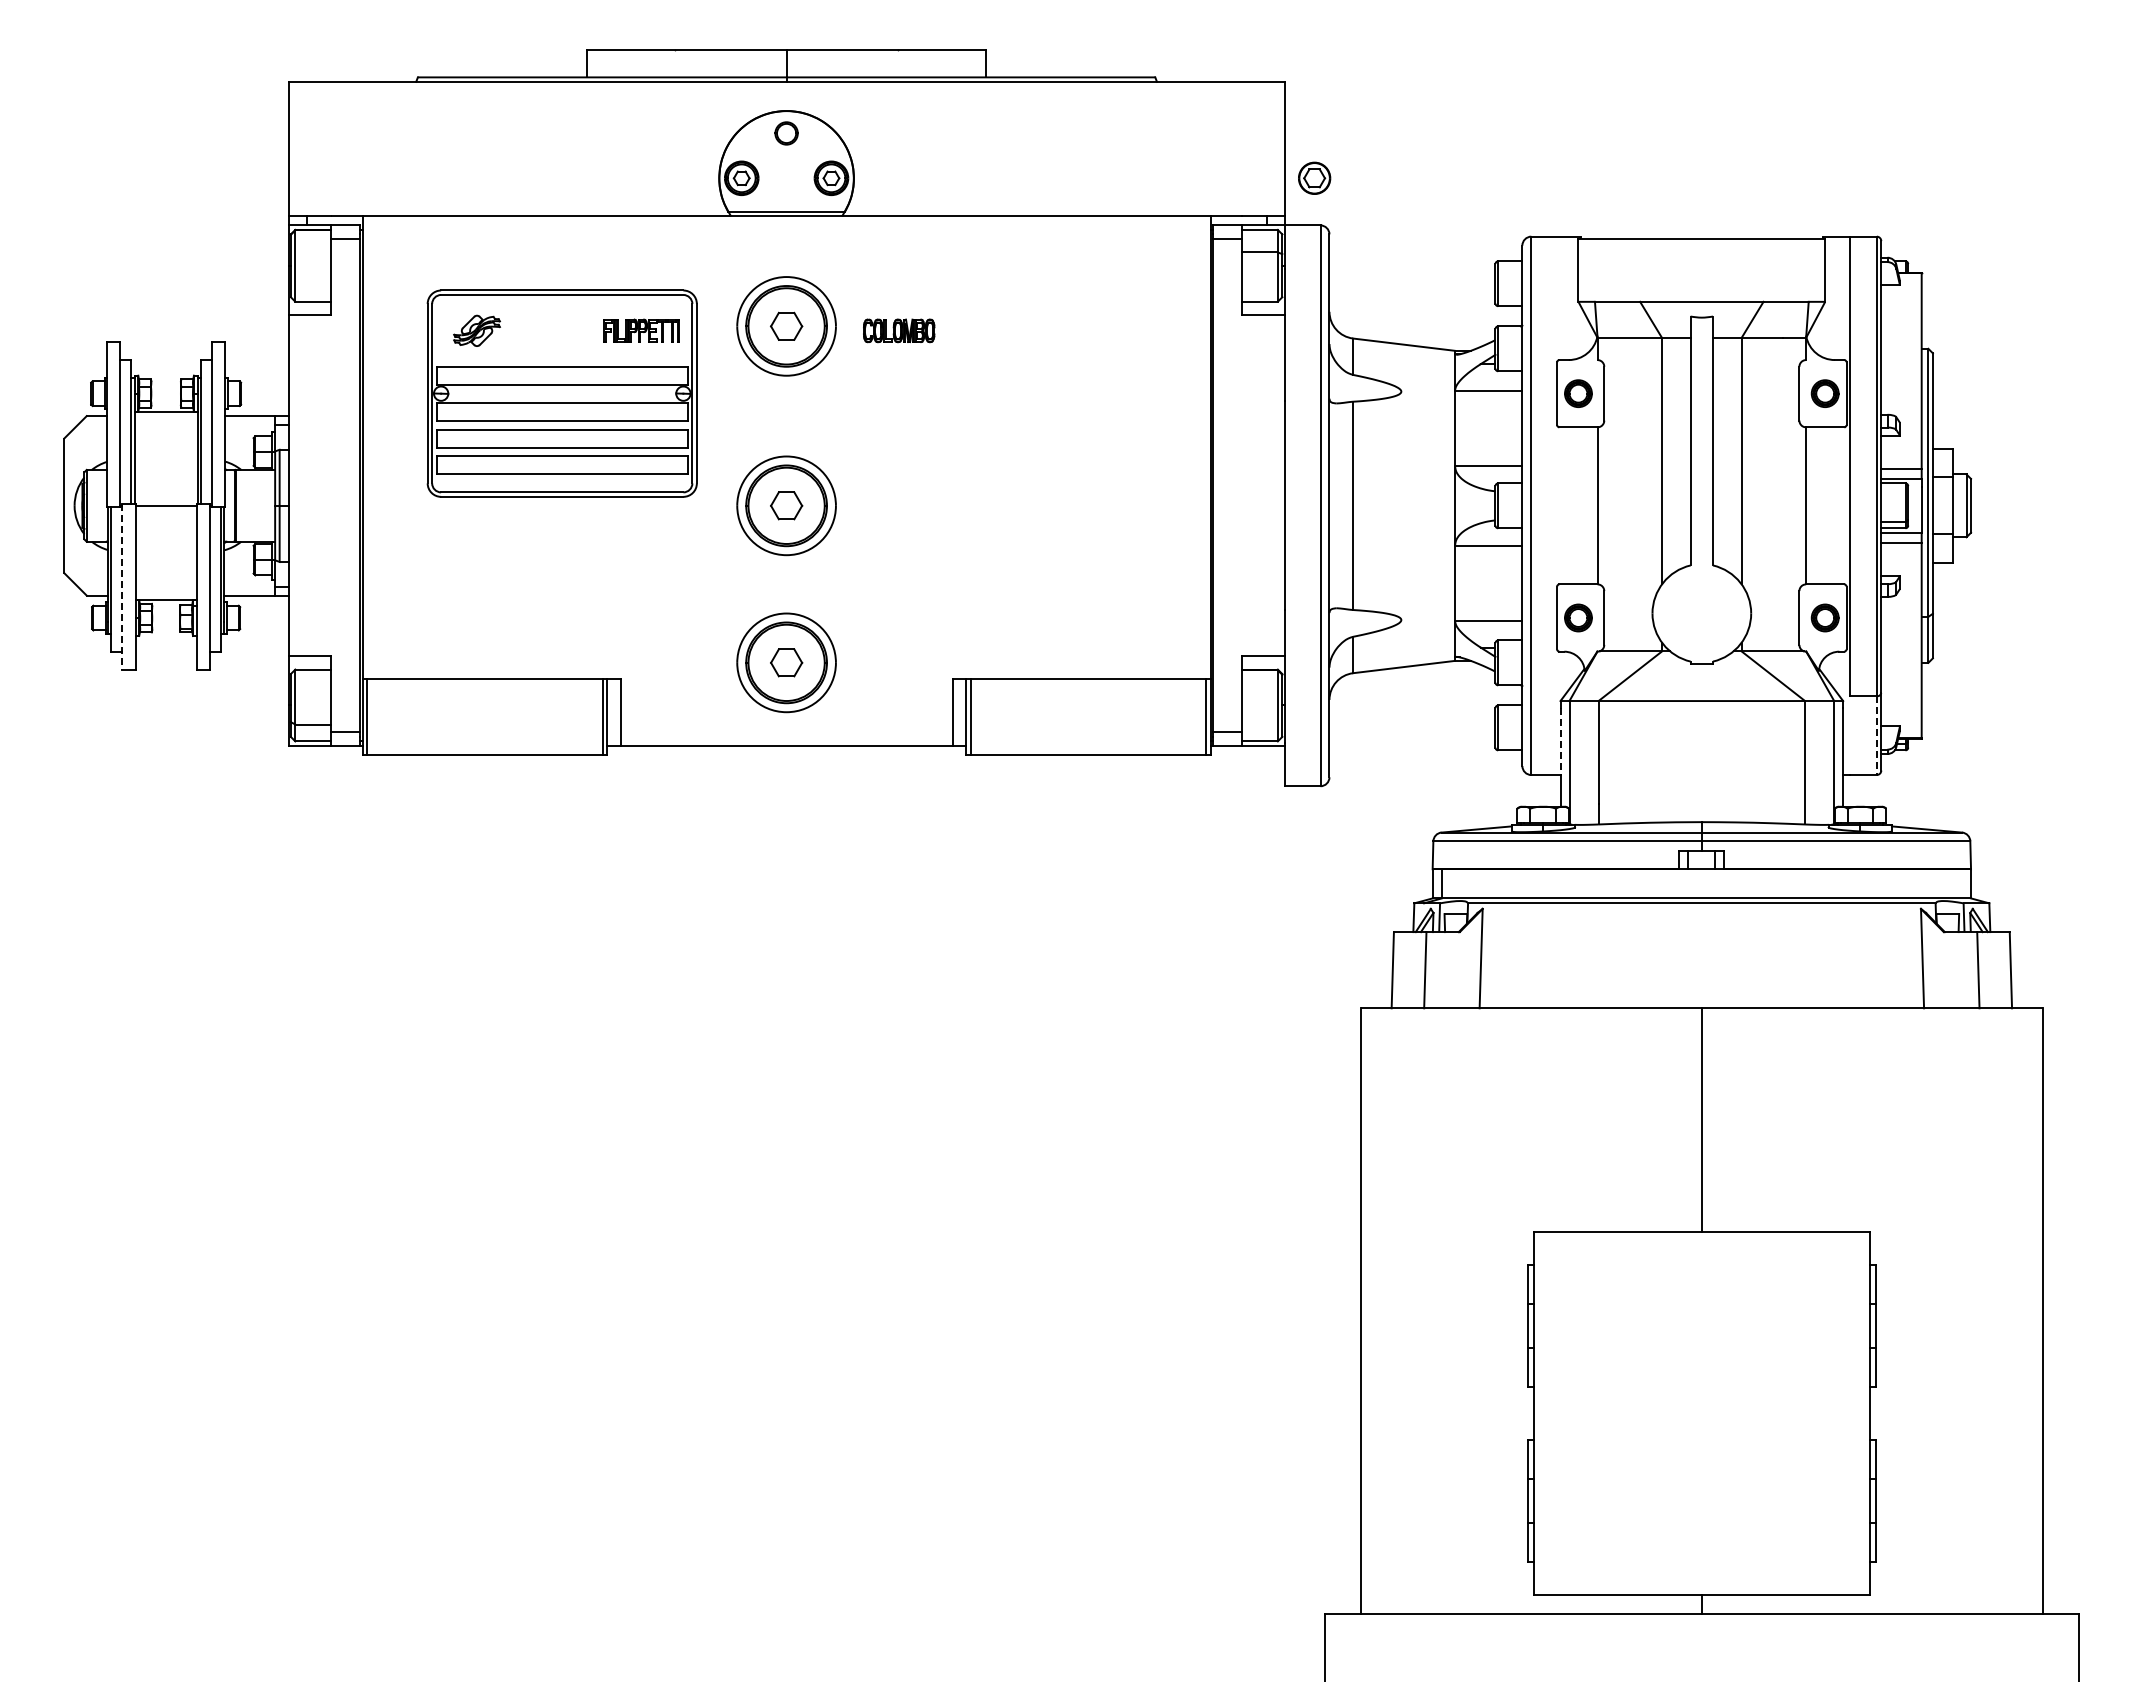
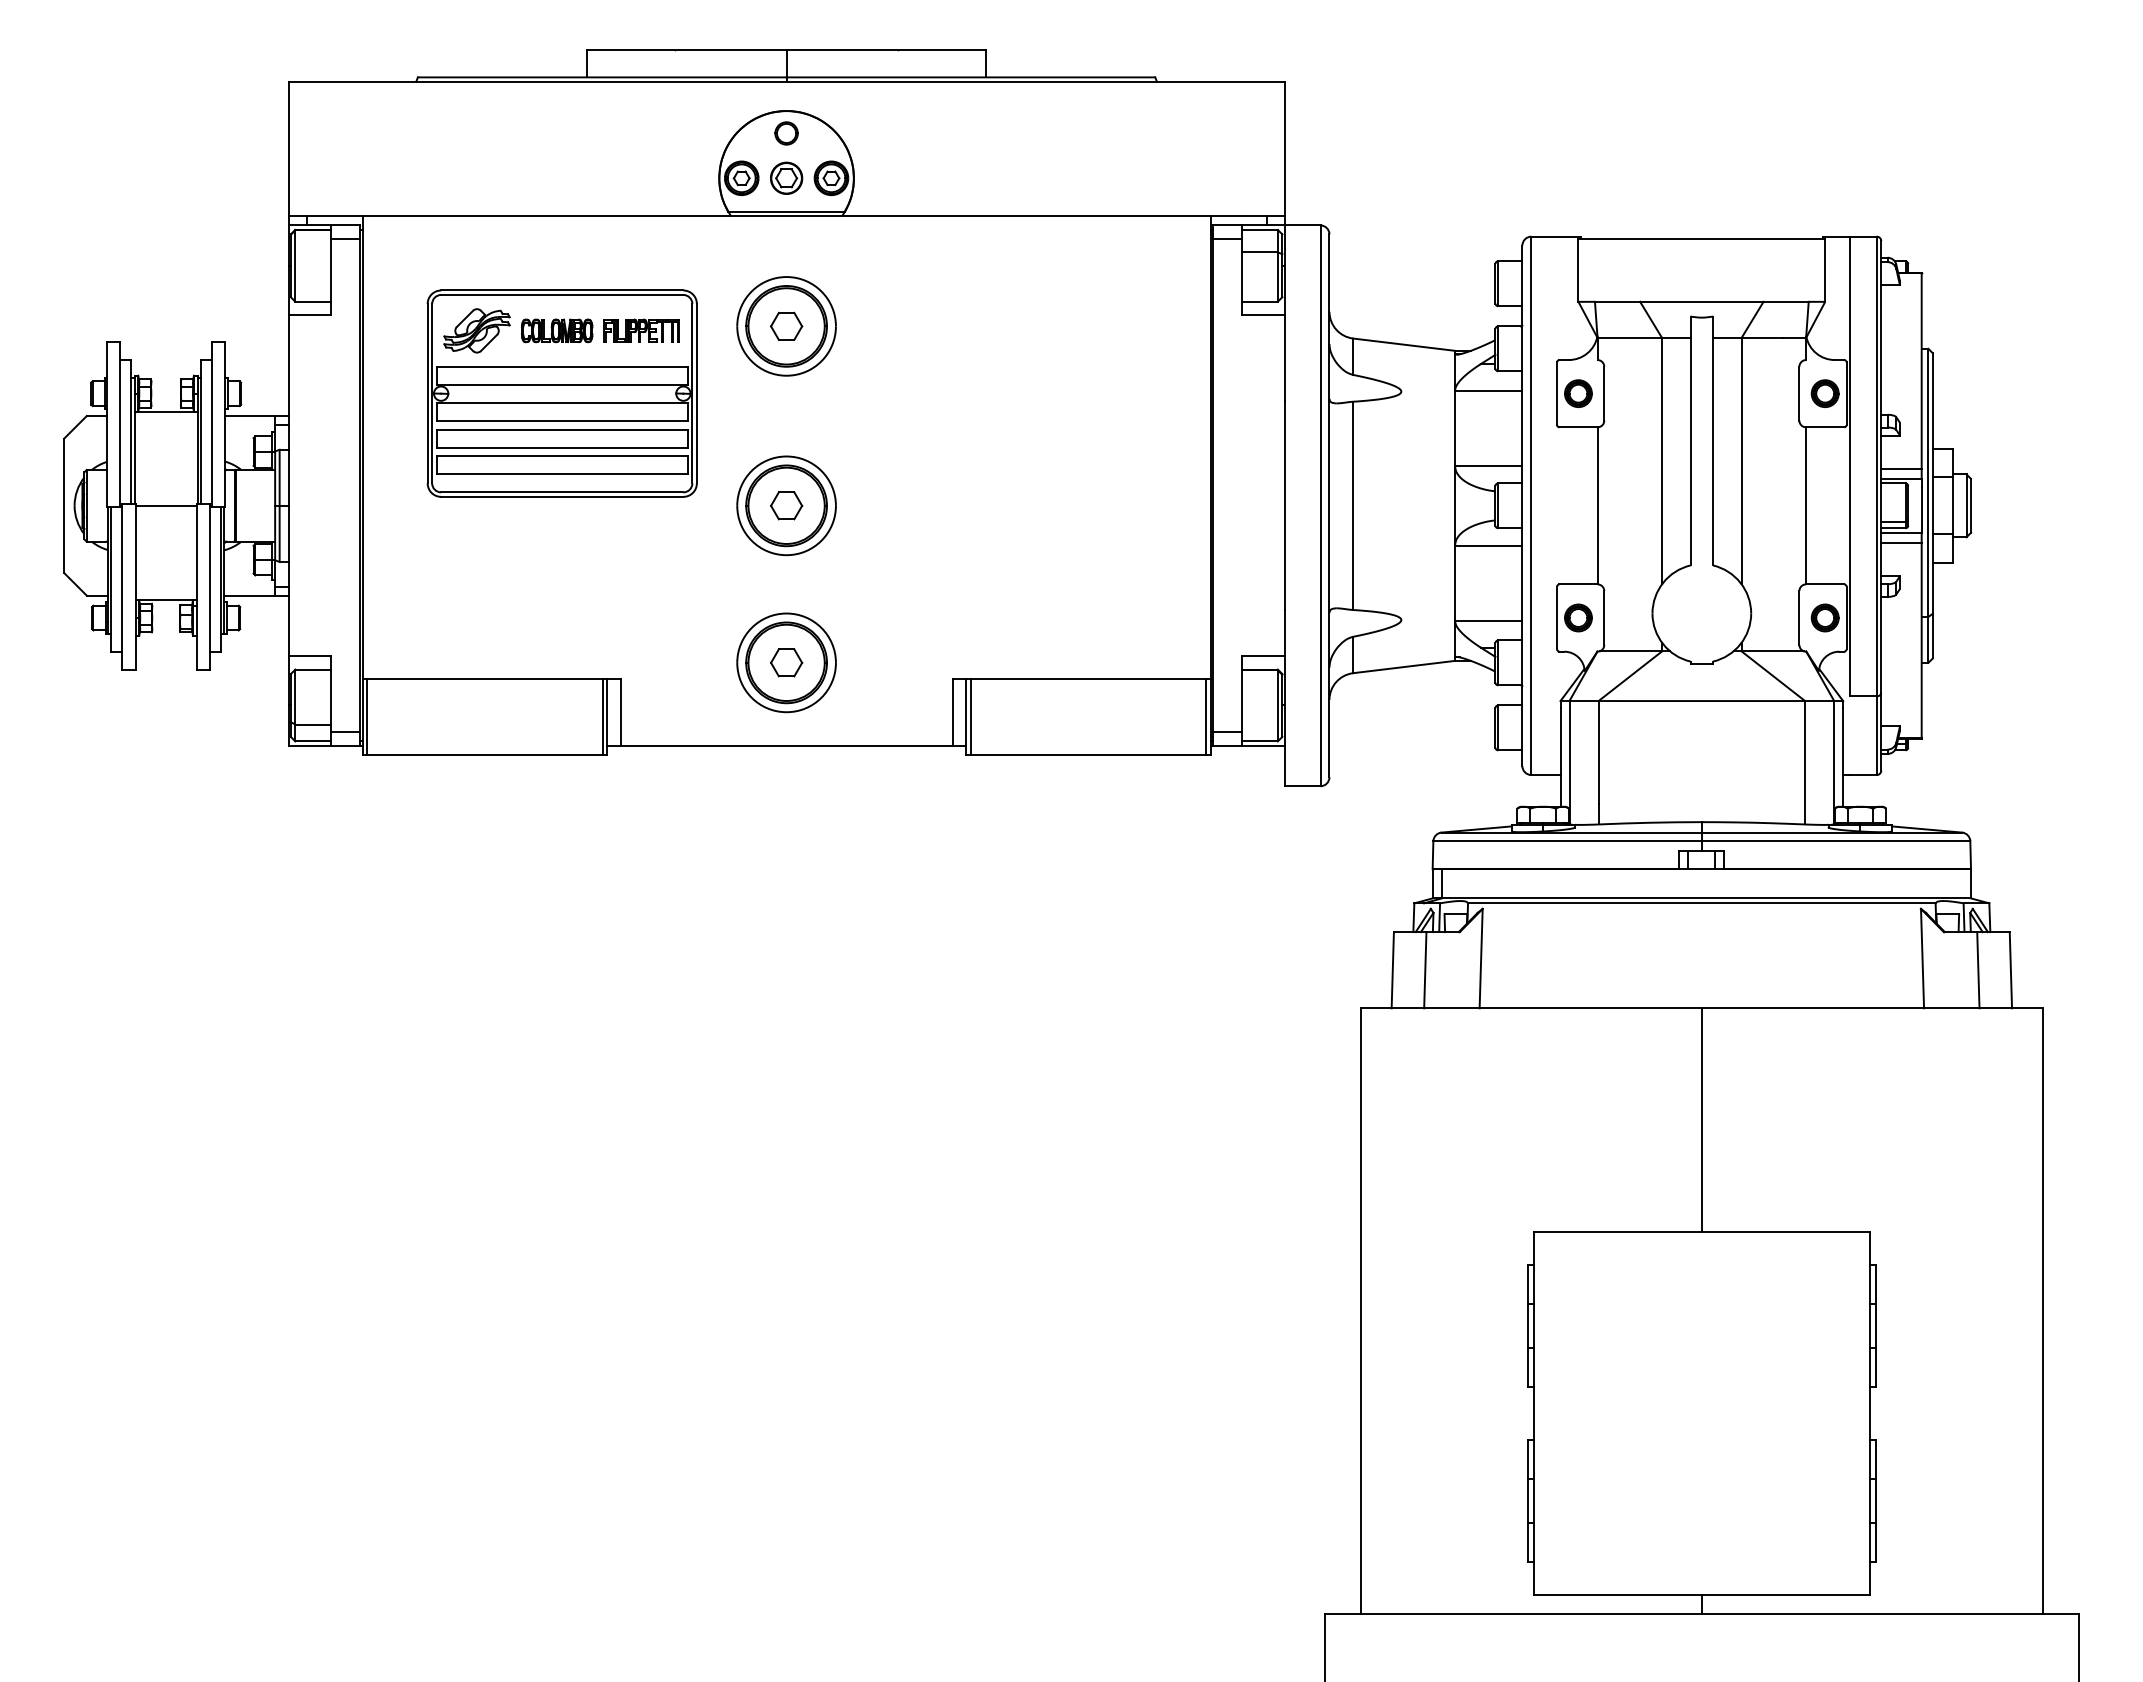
part at (1314, 177) position: (1314, 177) -> (786, 177)
part at (476, 330) size: 48x33 px -> 68x46 px
part at (899, 330) position: (899, 330) -> (557, 330)
line at (122, 586): dashed -> solid
line at (1876, 736): dashed -> solid
line at (1560, 741): dashed -> solid
